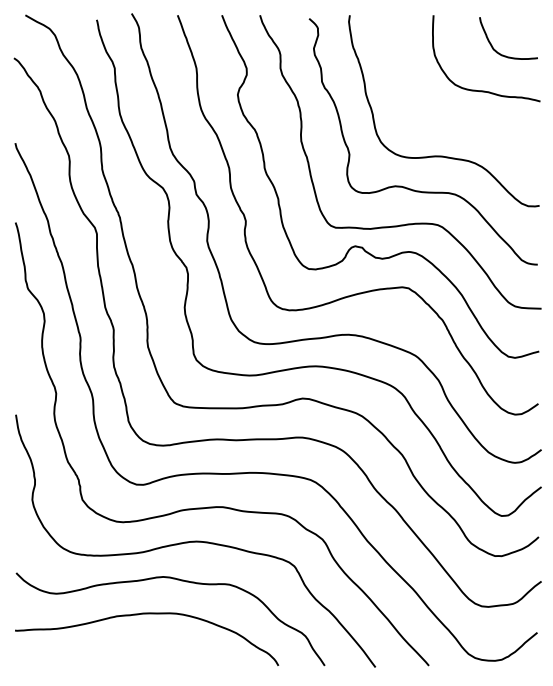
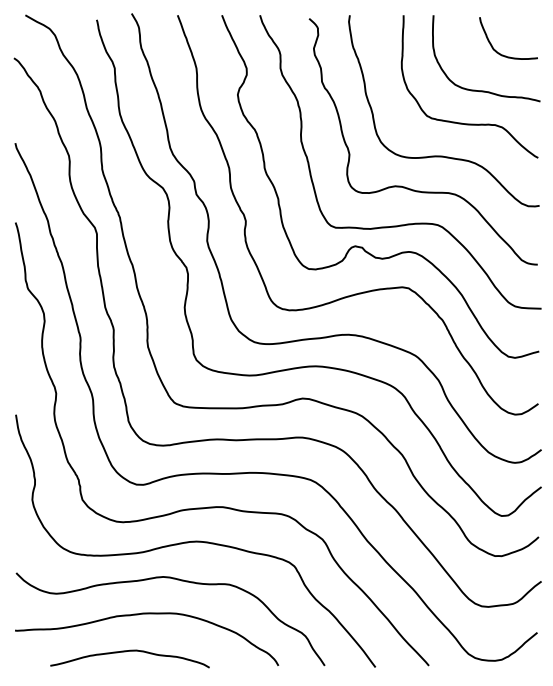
curve at (461, 122): none -> present
curve at (129, 651): none -> present
